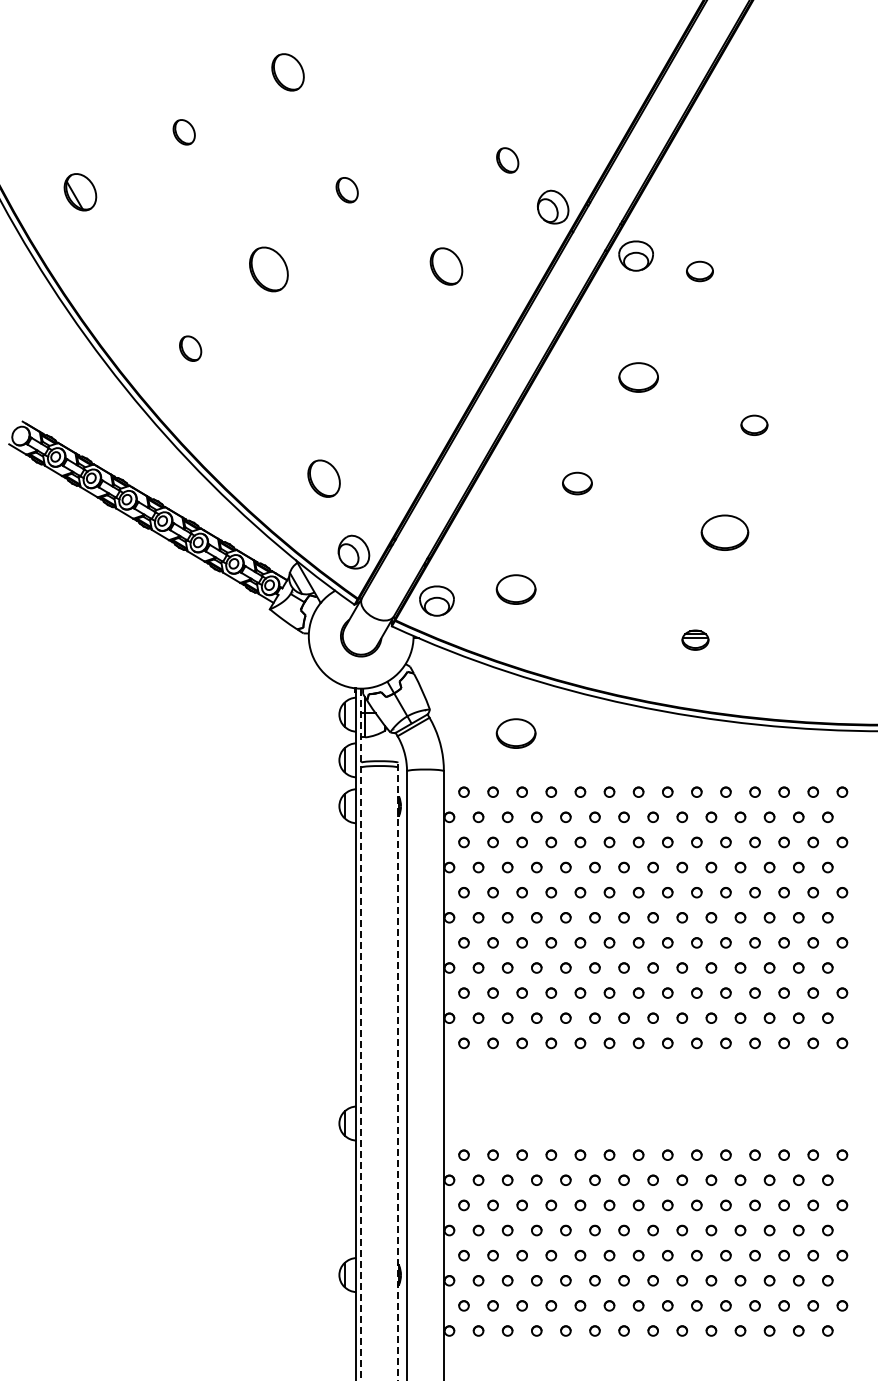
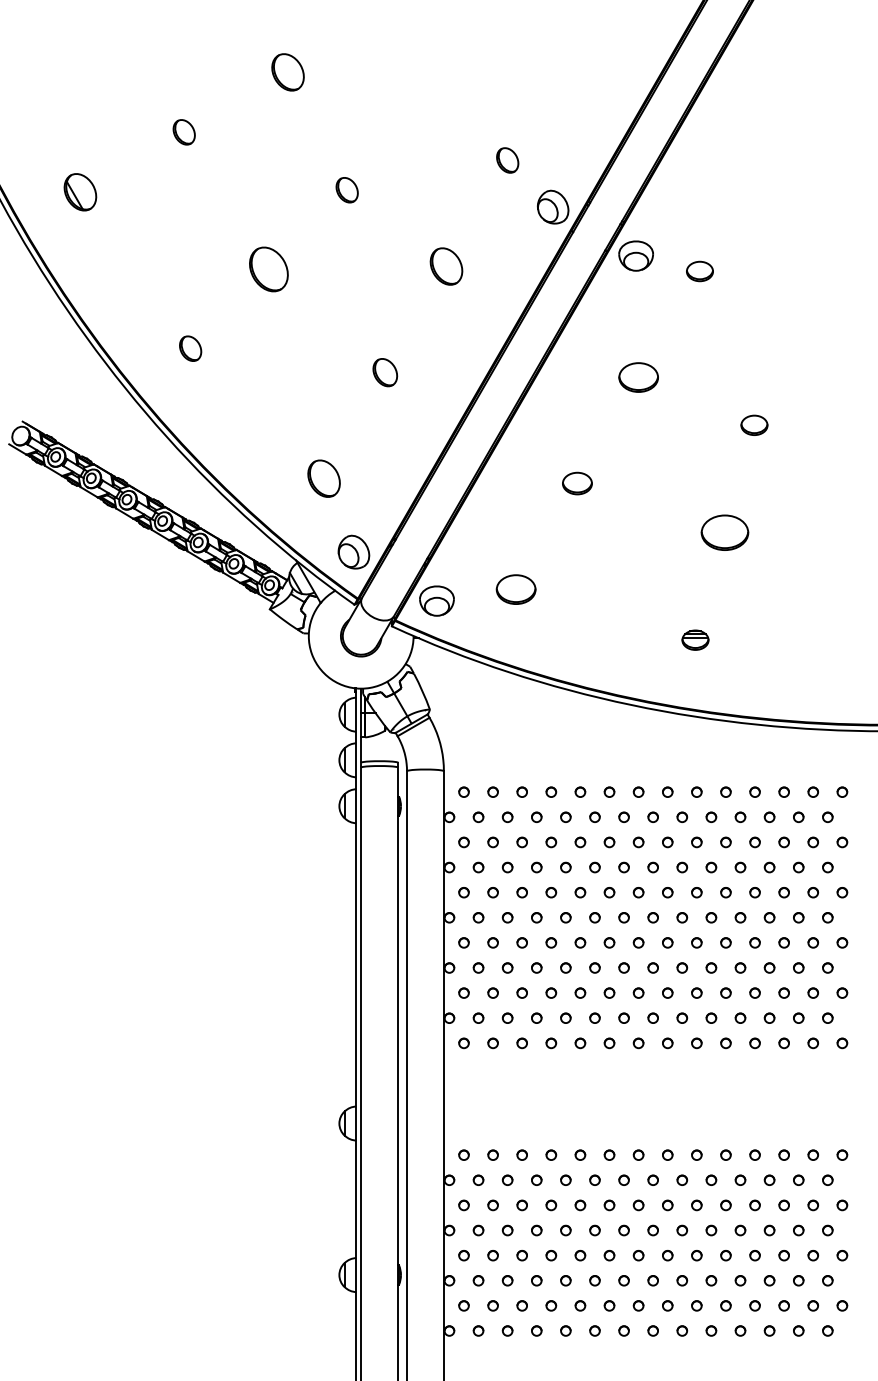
part at (385, 372): none -> present
part at (515, 733): present -> none
line at (361, 1034): dashed -> solid
line at (398, 1071): dashed -> solid
